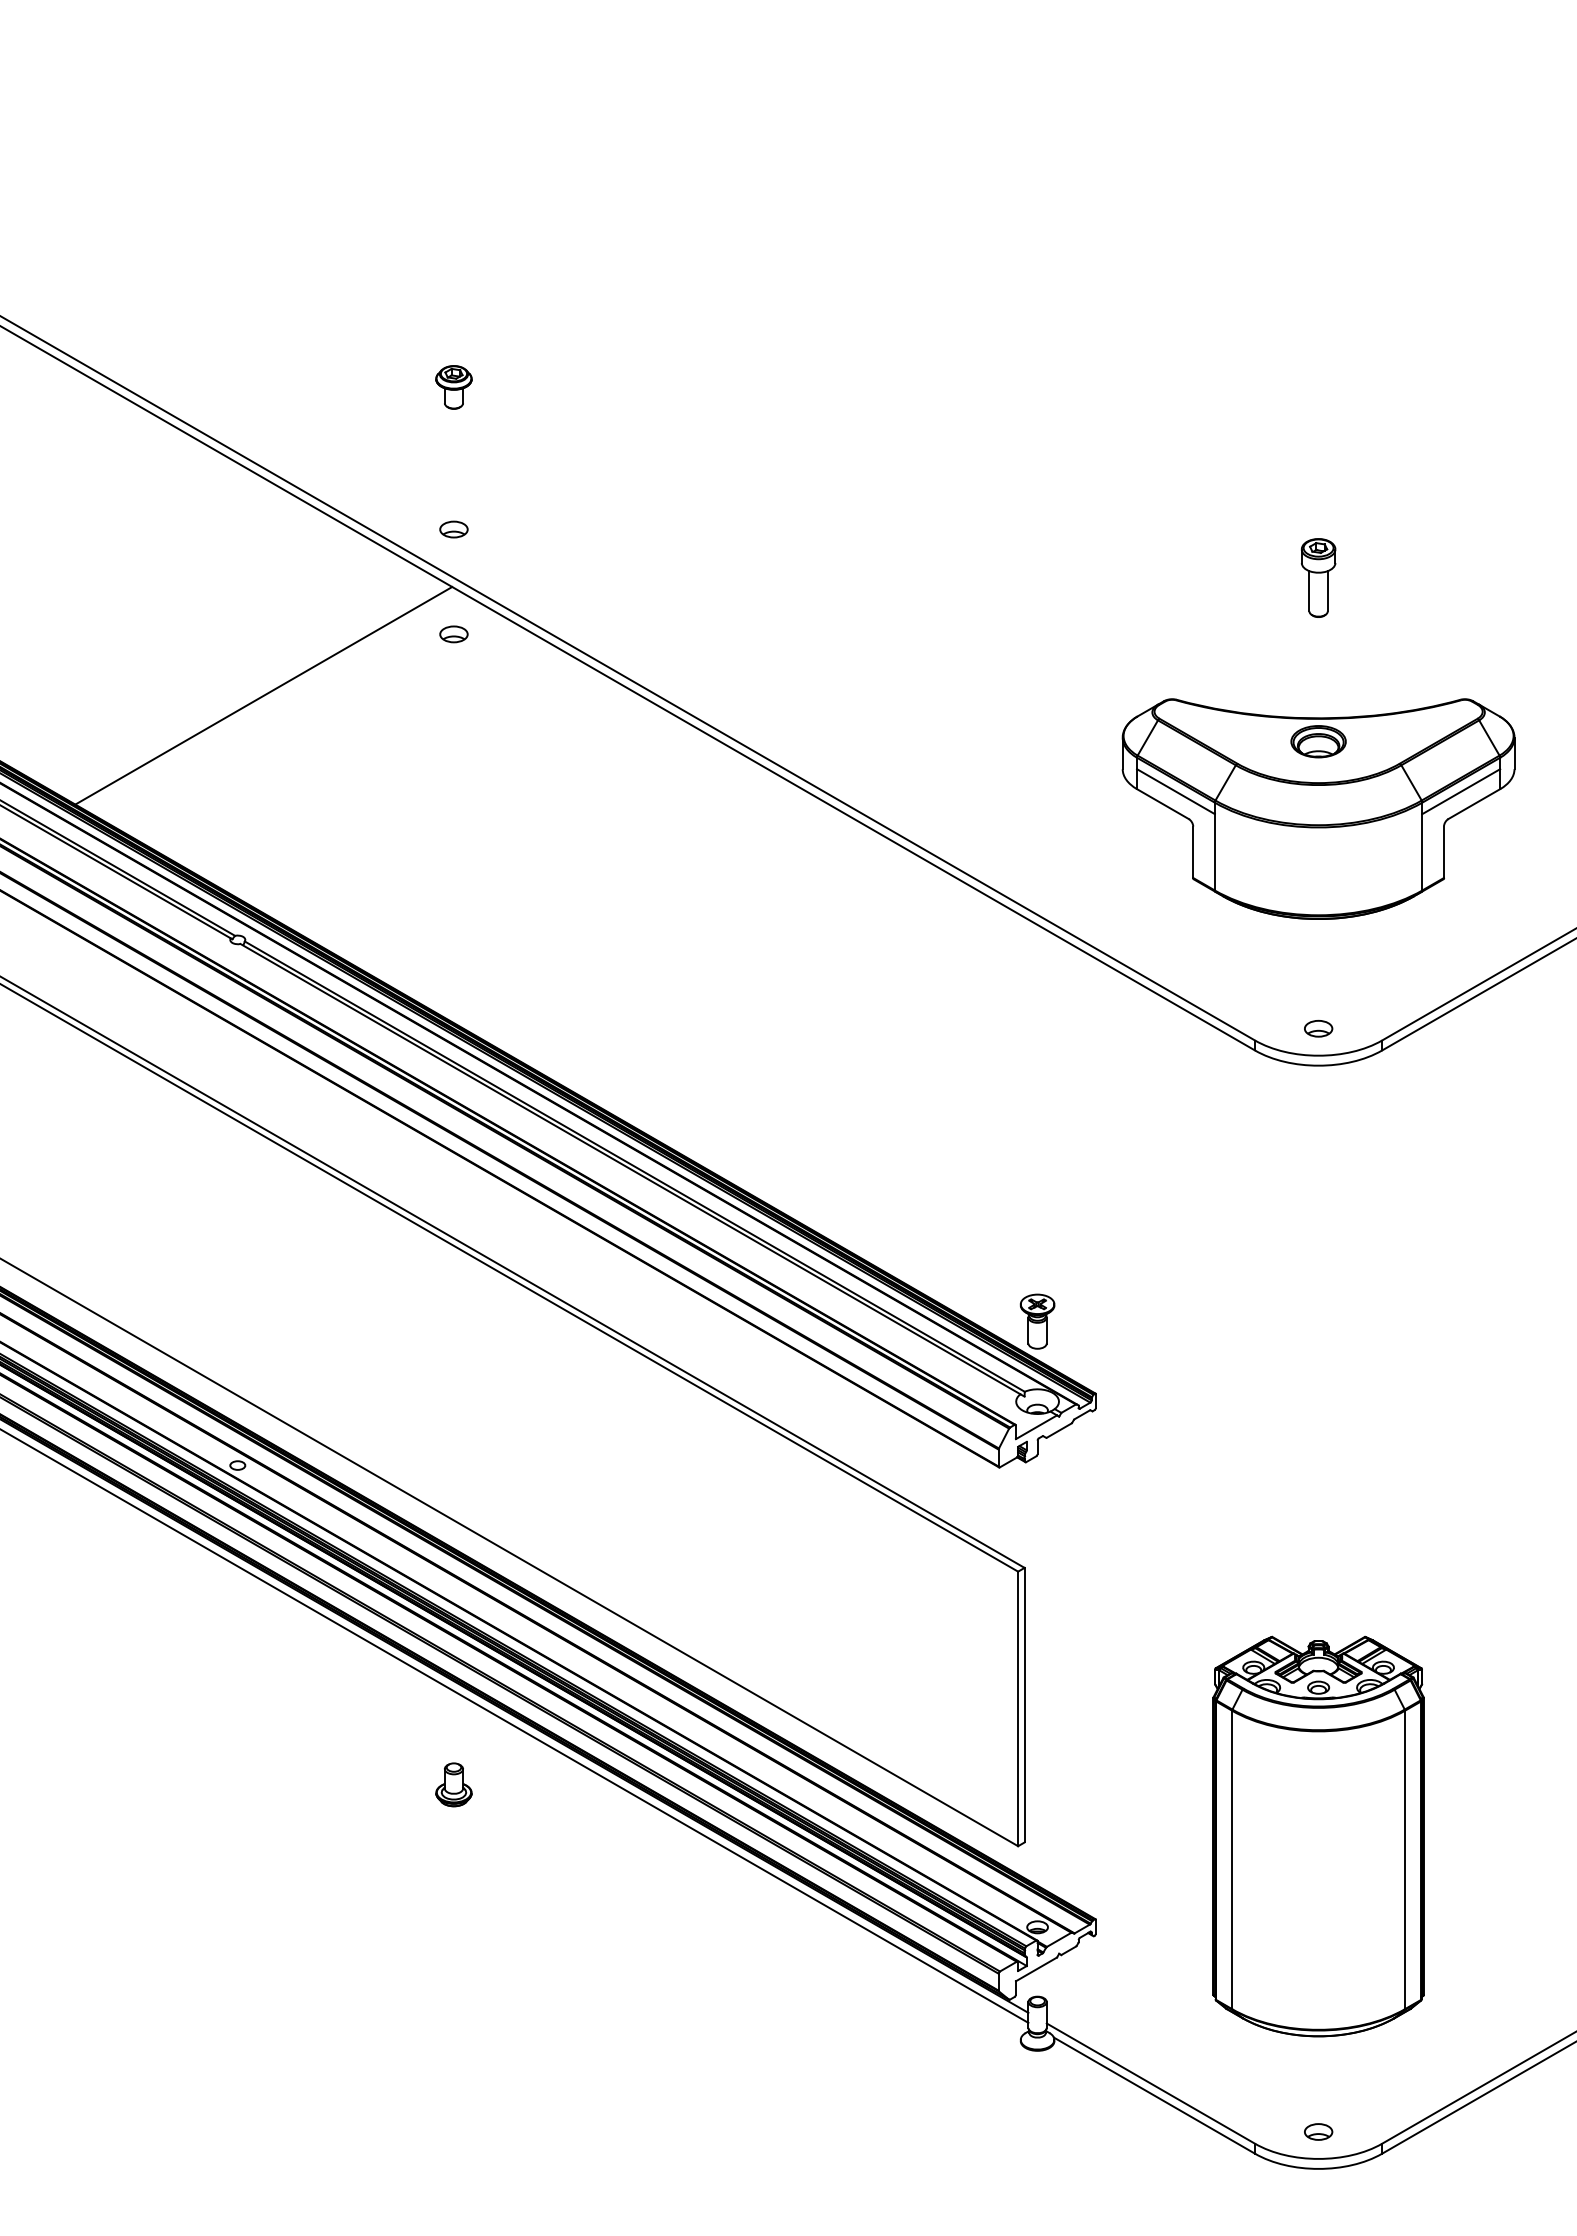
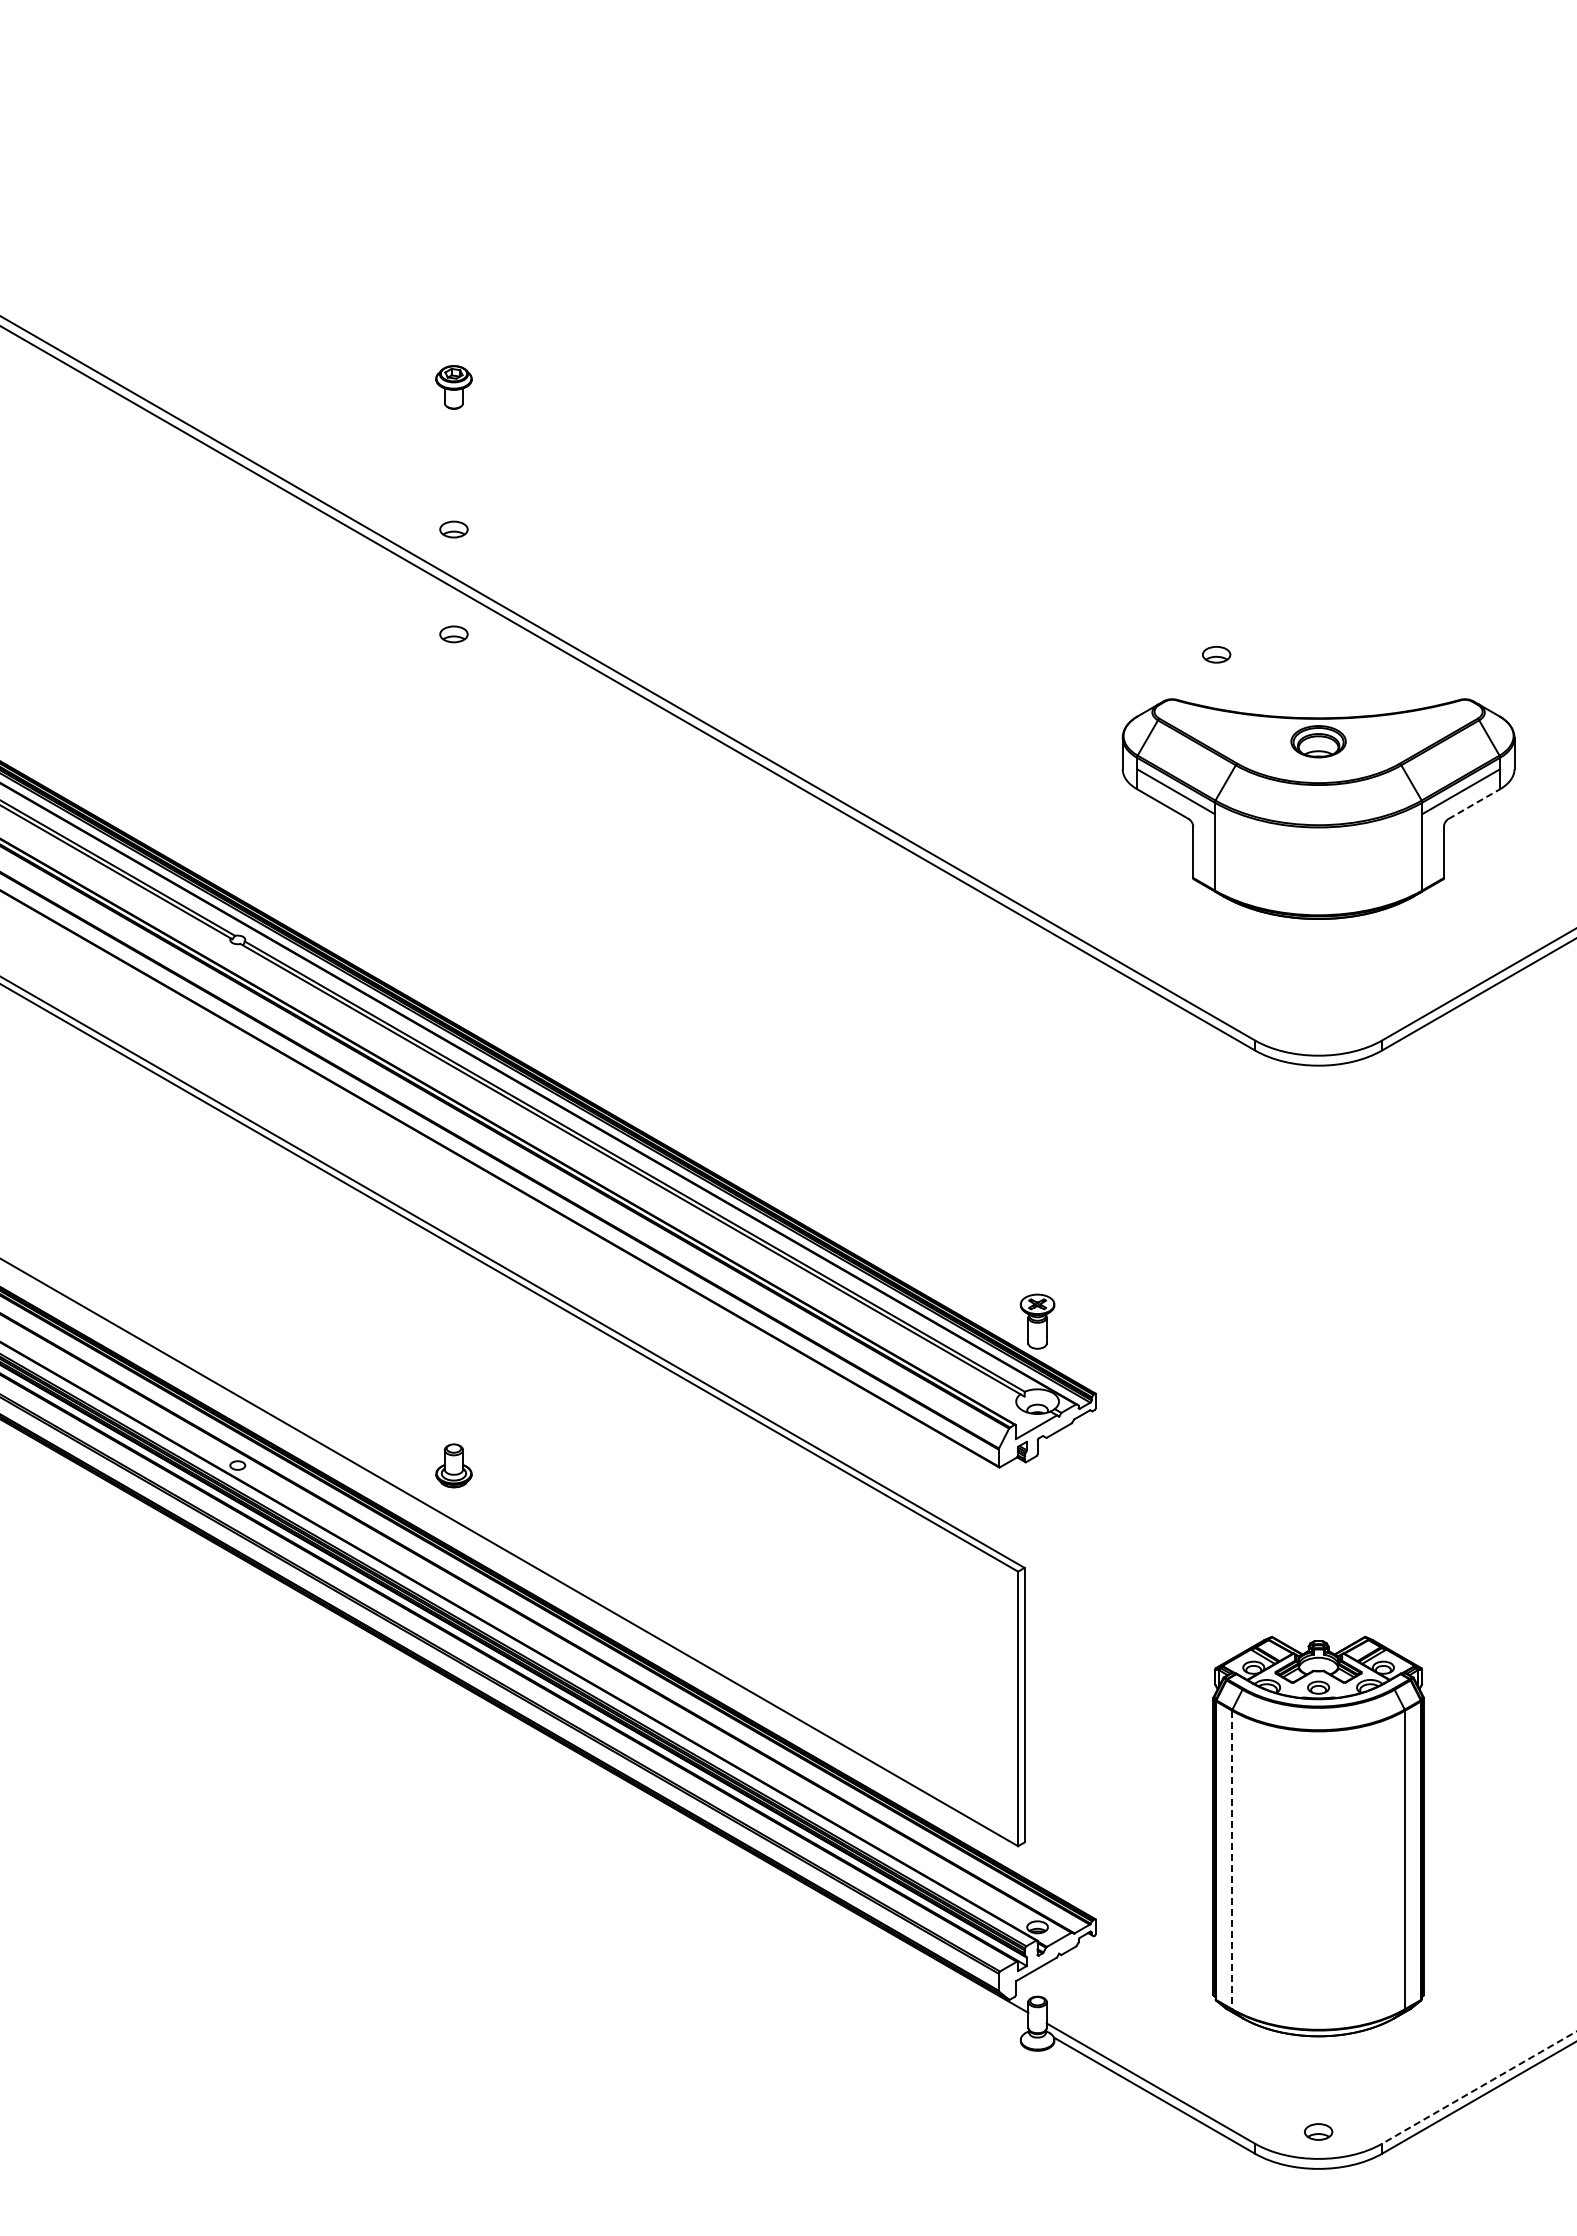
part at (1318, 577): present -> none
line at (263, 695): present -> none
line at (1474, 804): solid -> dashed
part at (1318, 1028) position: (1318, 1028) -> (1216, 654)
line at (515, 1726): present -> none
part at (453, 1784) position: (453, 1784) -> (453, 1465)
line at (1232, 1860): solid -> dashed
line at (1479, 2087): solid -> dashed
